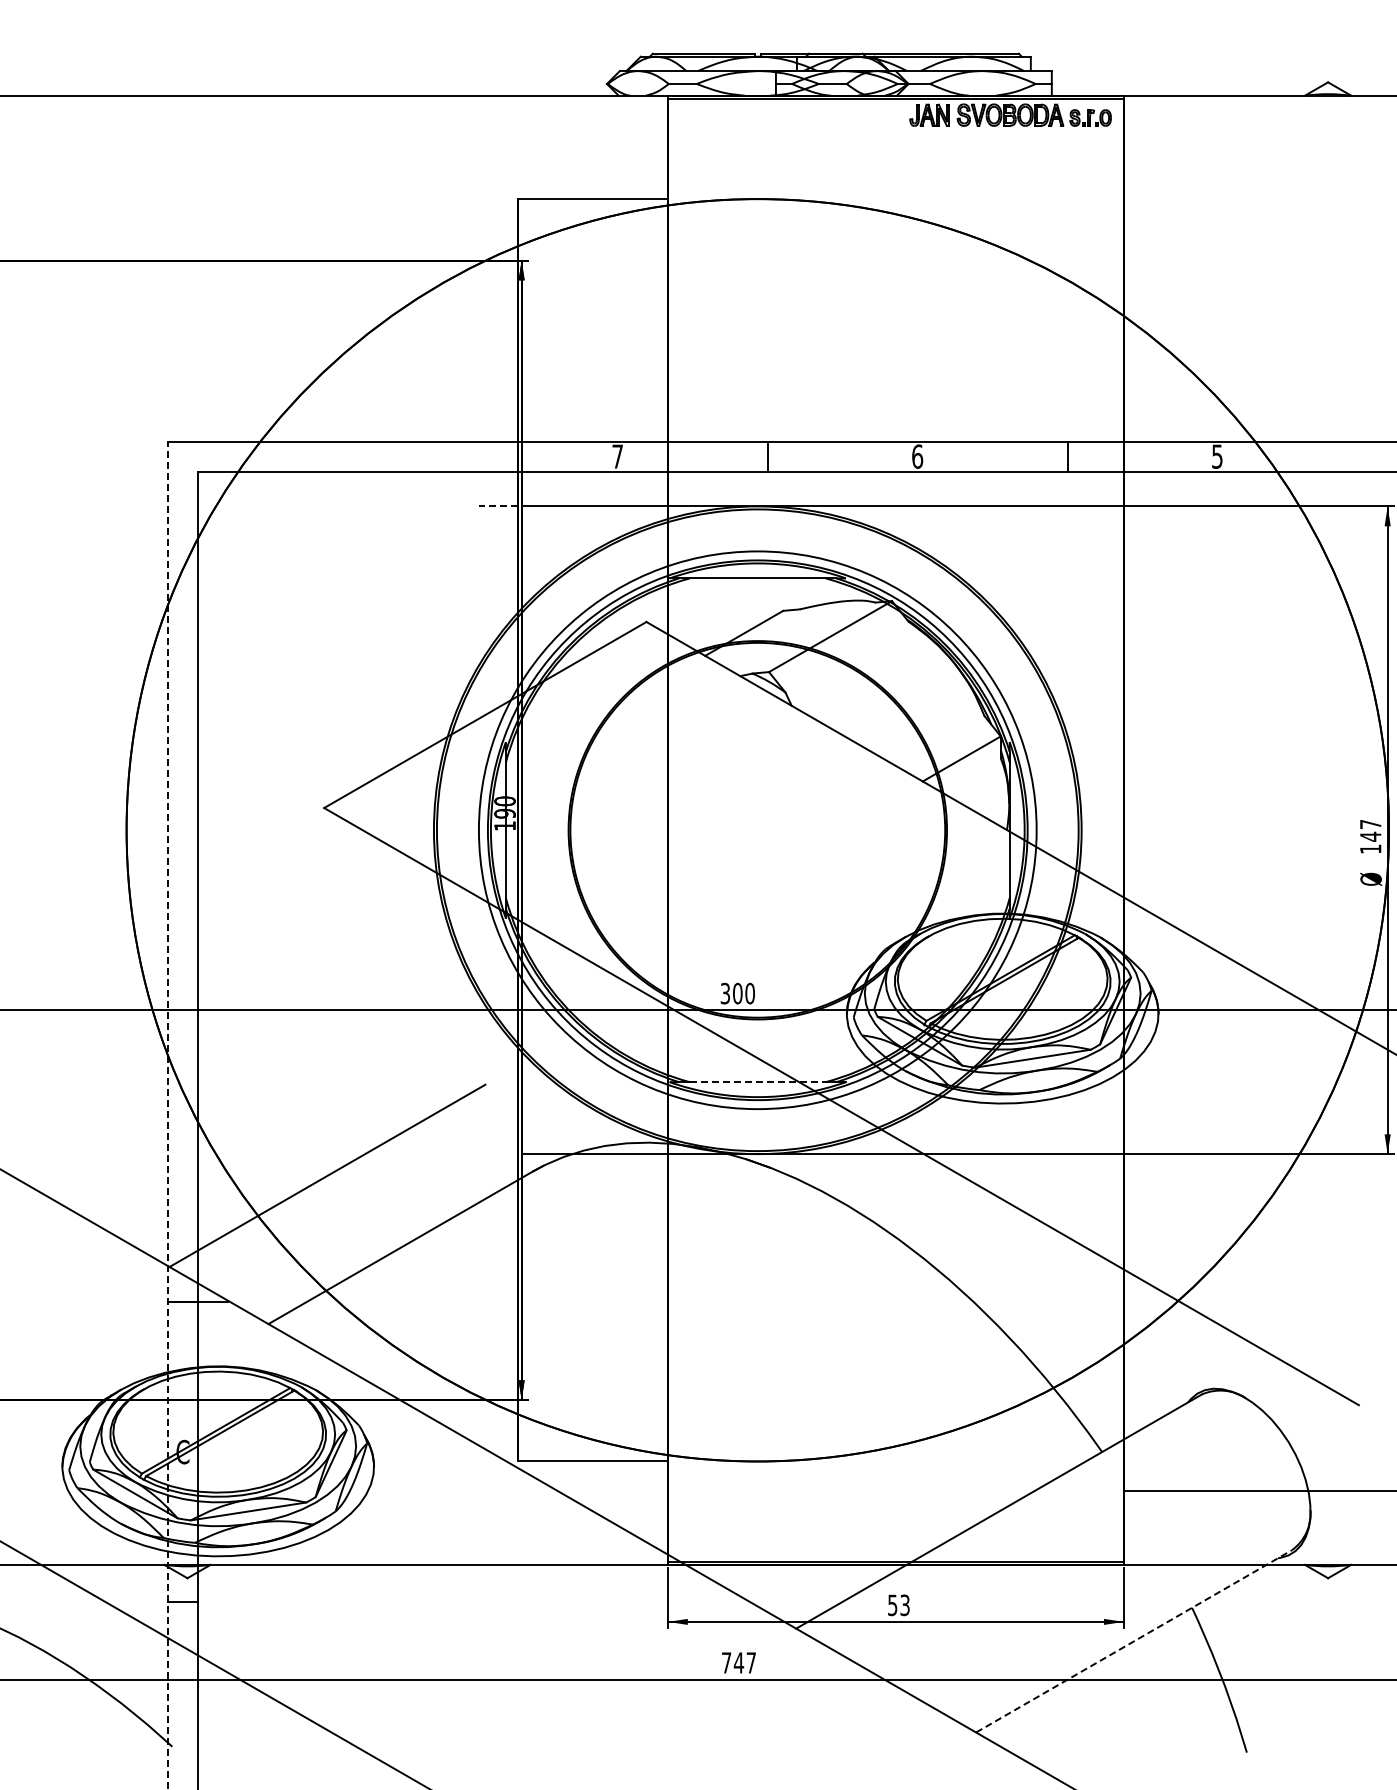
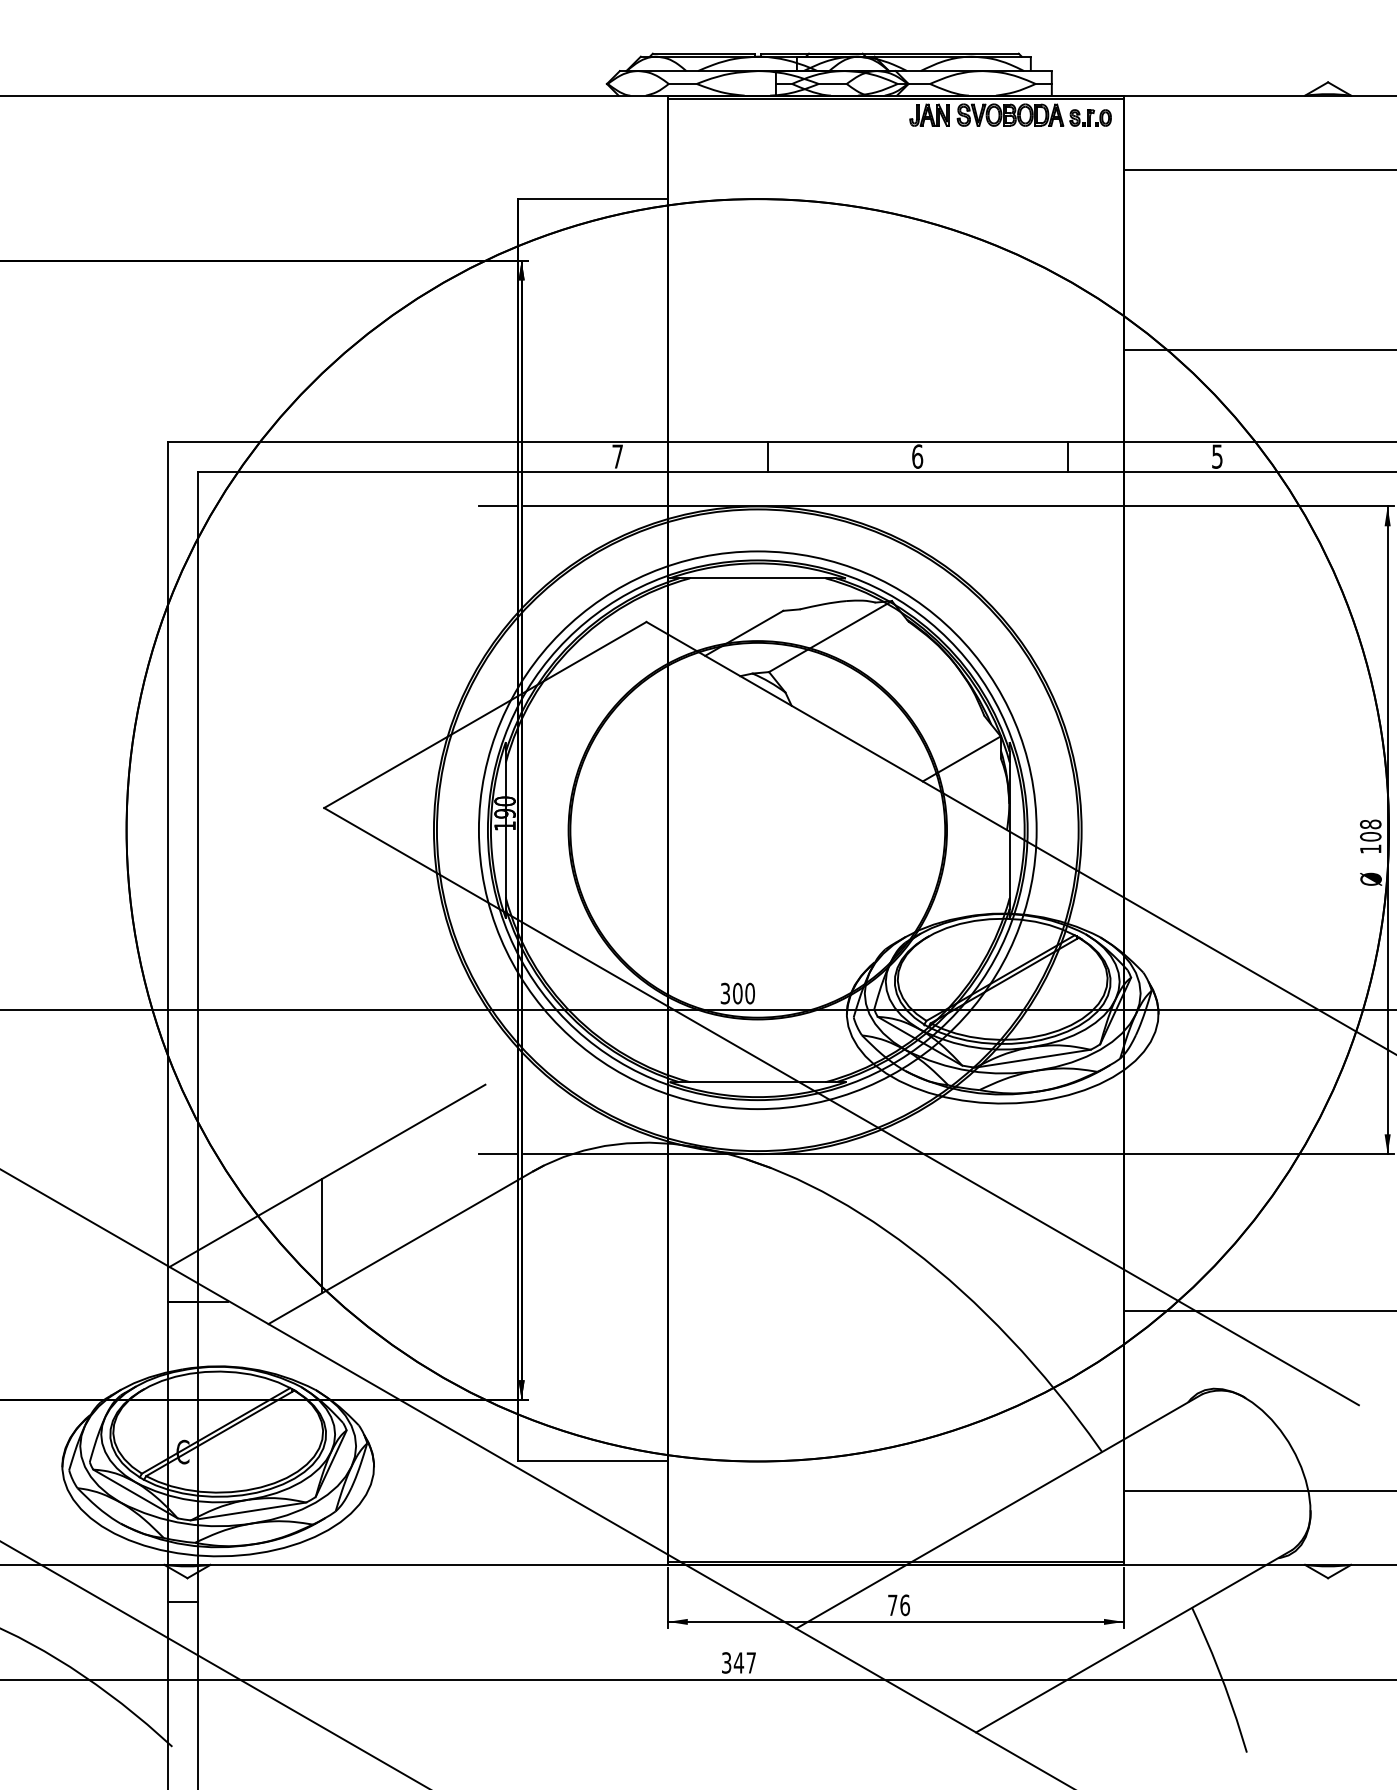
line at (1258, 170): none -> present
line at (1258, 349): none -> present
line at (498, 506): dashed -> solid
text at (1370, 830): 147 -> 108
line at (757, 1082): dashed -> solid
line at (168, 1115): dashed -> solid
line at (498, 1154): none -> present
line at (322, 1235): none -> present
line at (1258, 1310): none -> present
text at (899, 1605): 53 -> 76
line at (1134, 1641): dashed -> solid
text at (726, 1662): 747 -> 347
